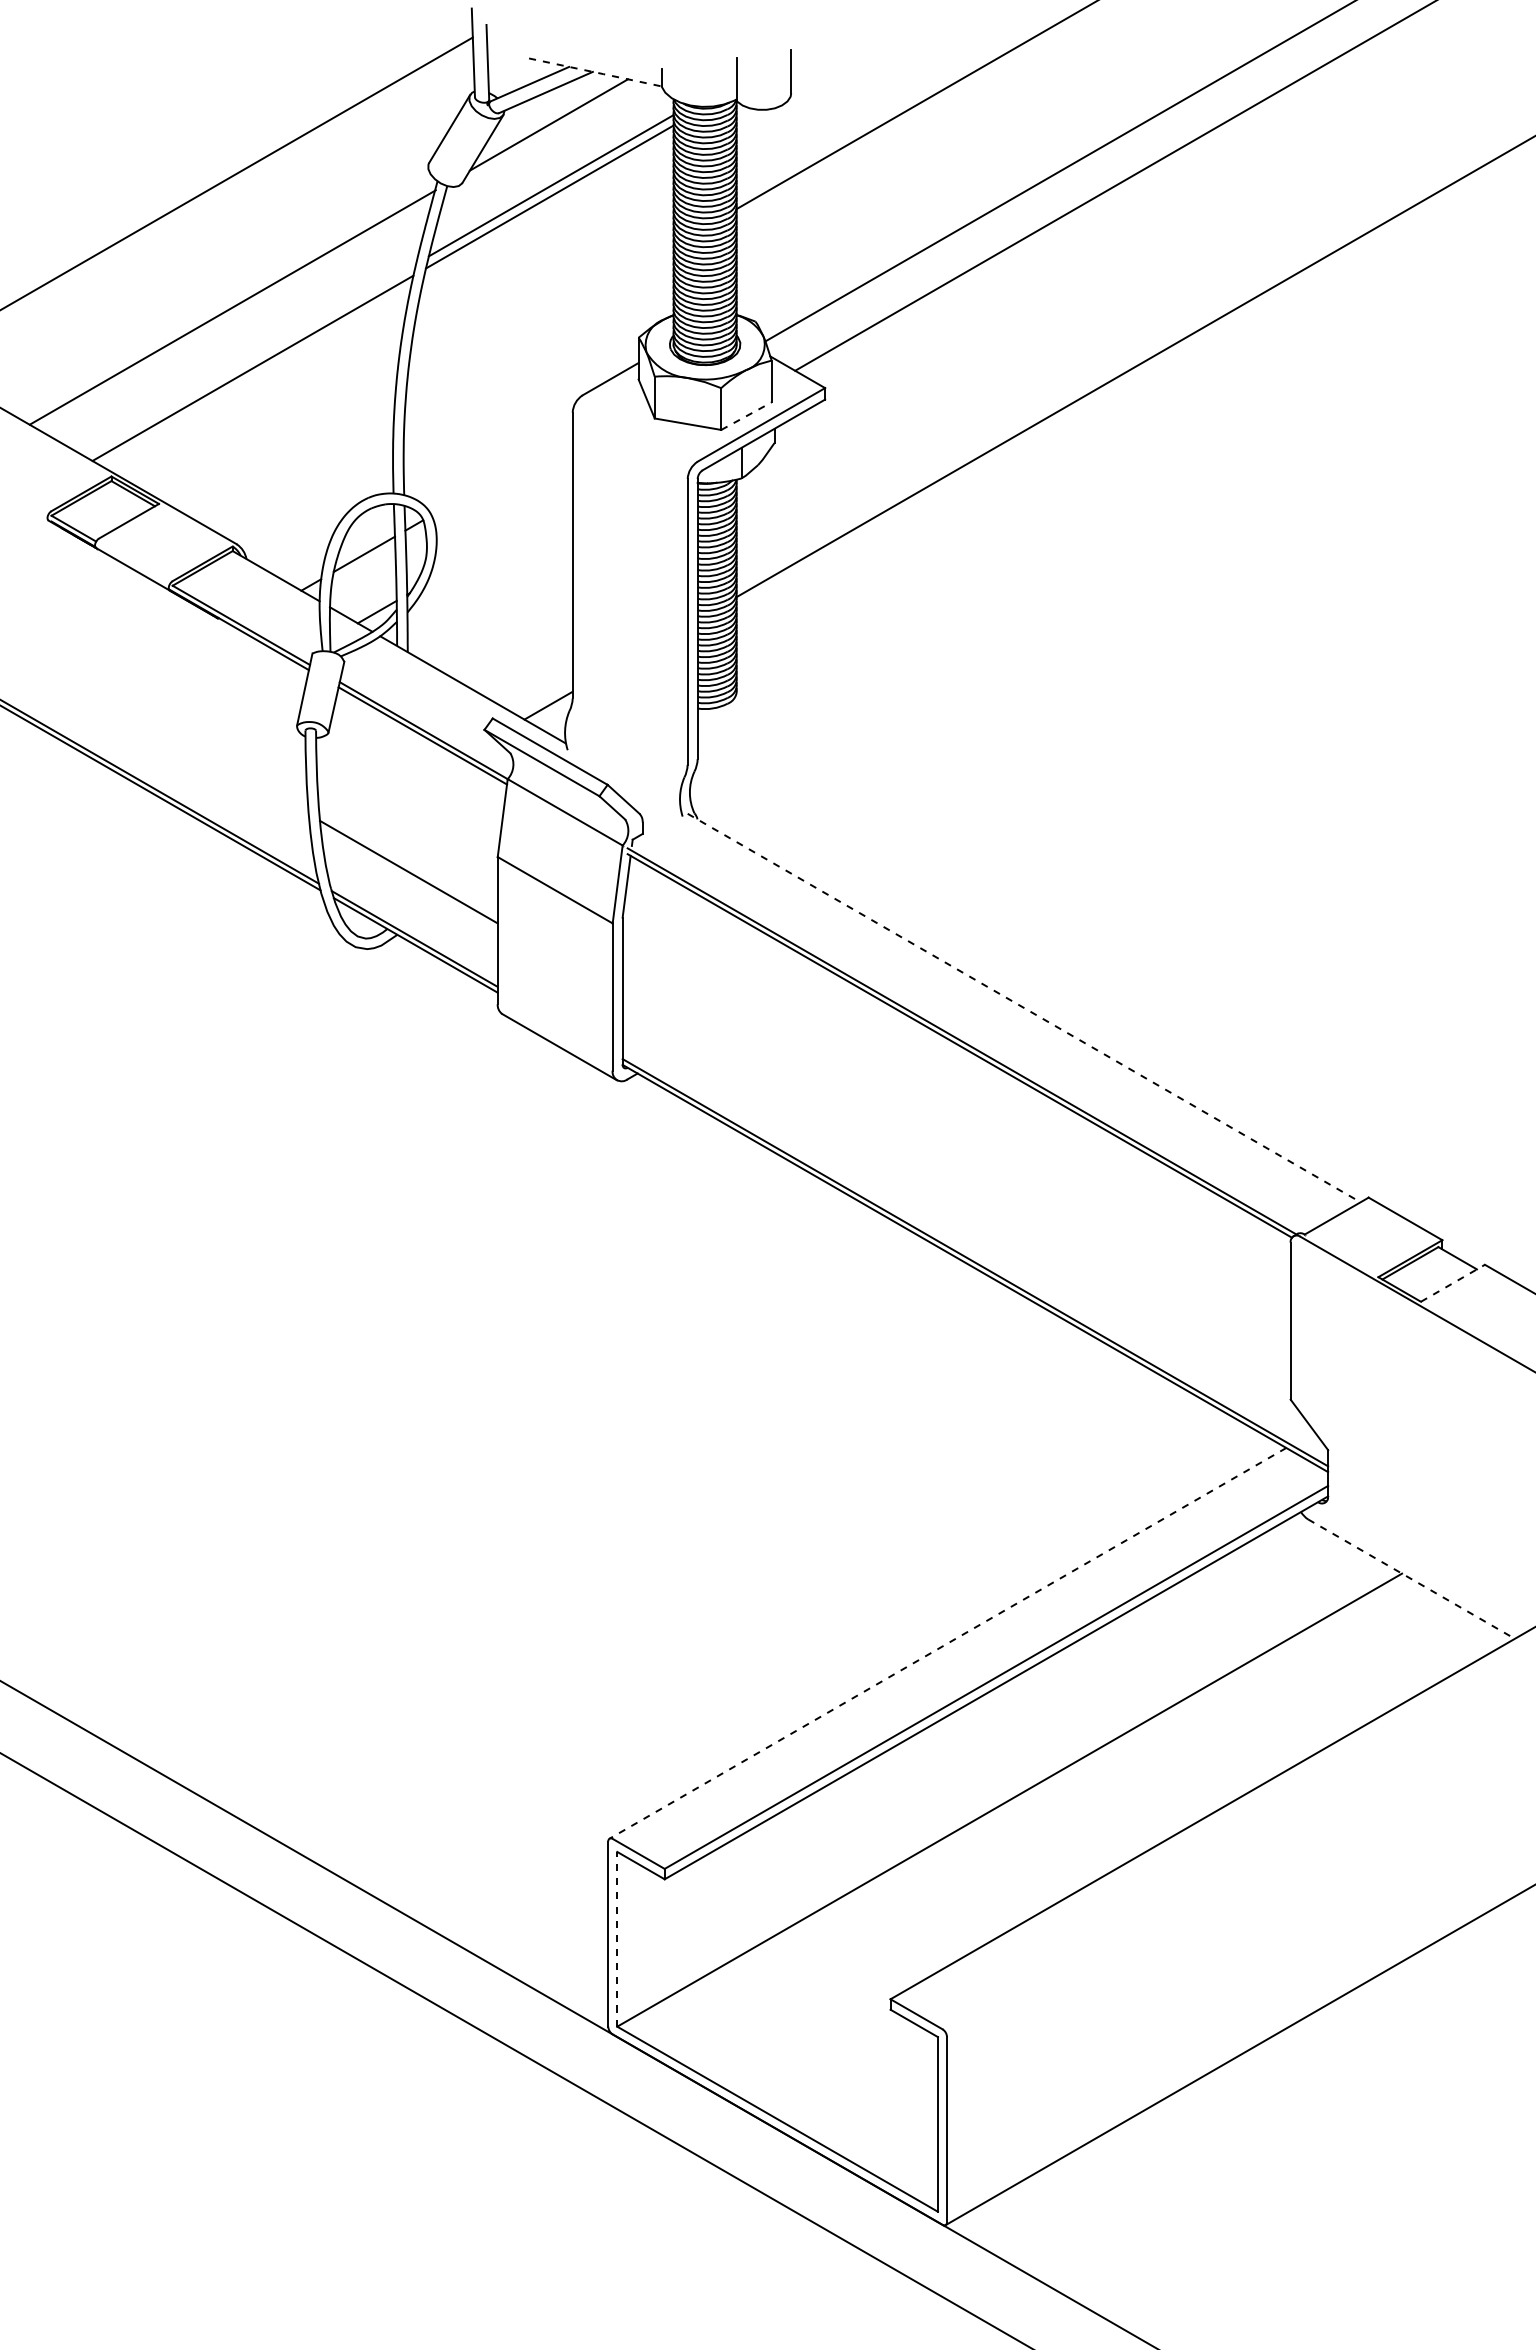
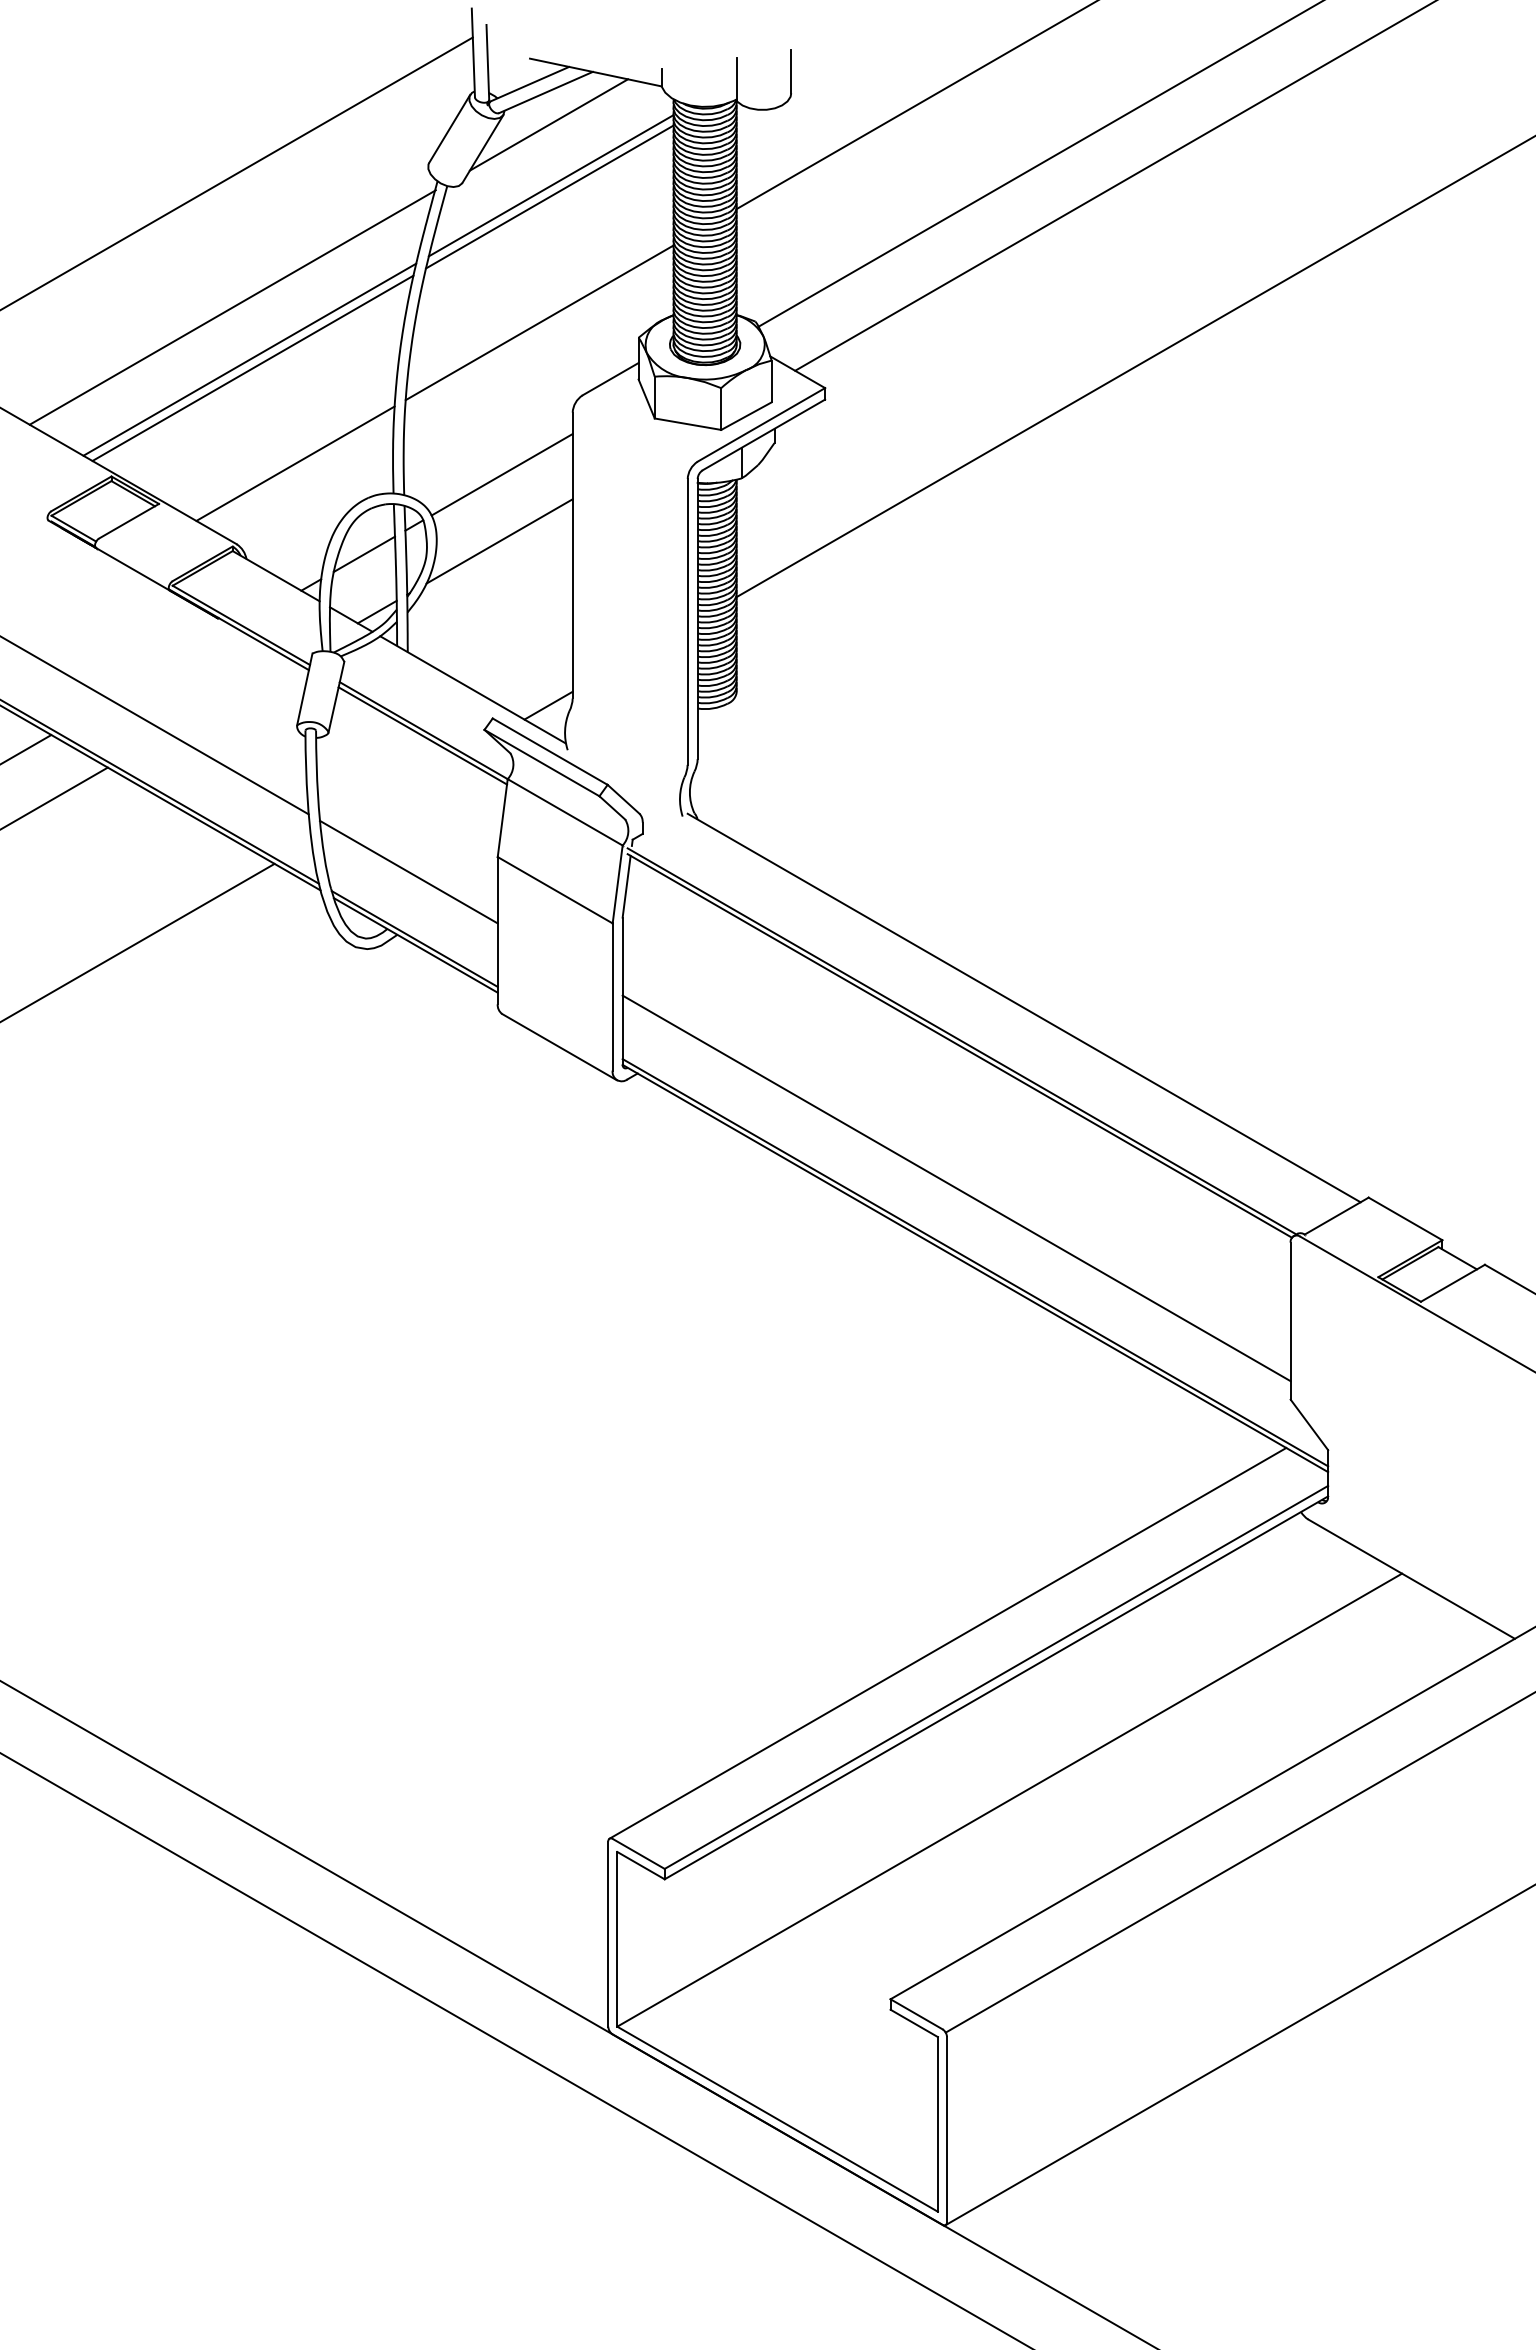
line at (596, 72): dashed -> solid
line at (1059, 171) position: (1059, 171) -> (1039, 164)
line at (539, 322): none -> present
line at (249, 359): none -> present
line at (746, 416): dashed -> solid
line at (295, 463): none -> present
line at (501, 474): none -> present
line at (499, 541): none -> present
line at (155, 725): none -> present
line at (26, 749): none -> present
line at (54, 797): none -> present
line at (138, 941): none -> present
line at (1024, 1008): dashed -> solid
line at (956, 1188): none -> present
line at (1452, 1283): dashed -> solid
line at (1411, 1579): dashed -> solid
line at (948, 1643): dashed -> solid
line at (1238, 1863): none -> present
line at (617, 1938): dashed -> solid
